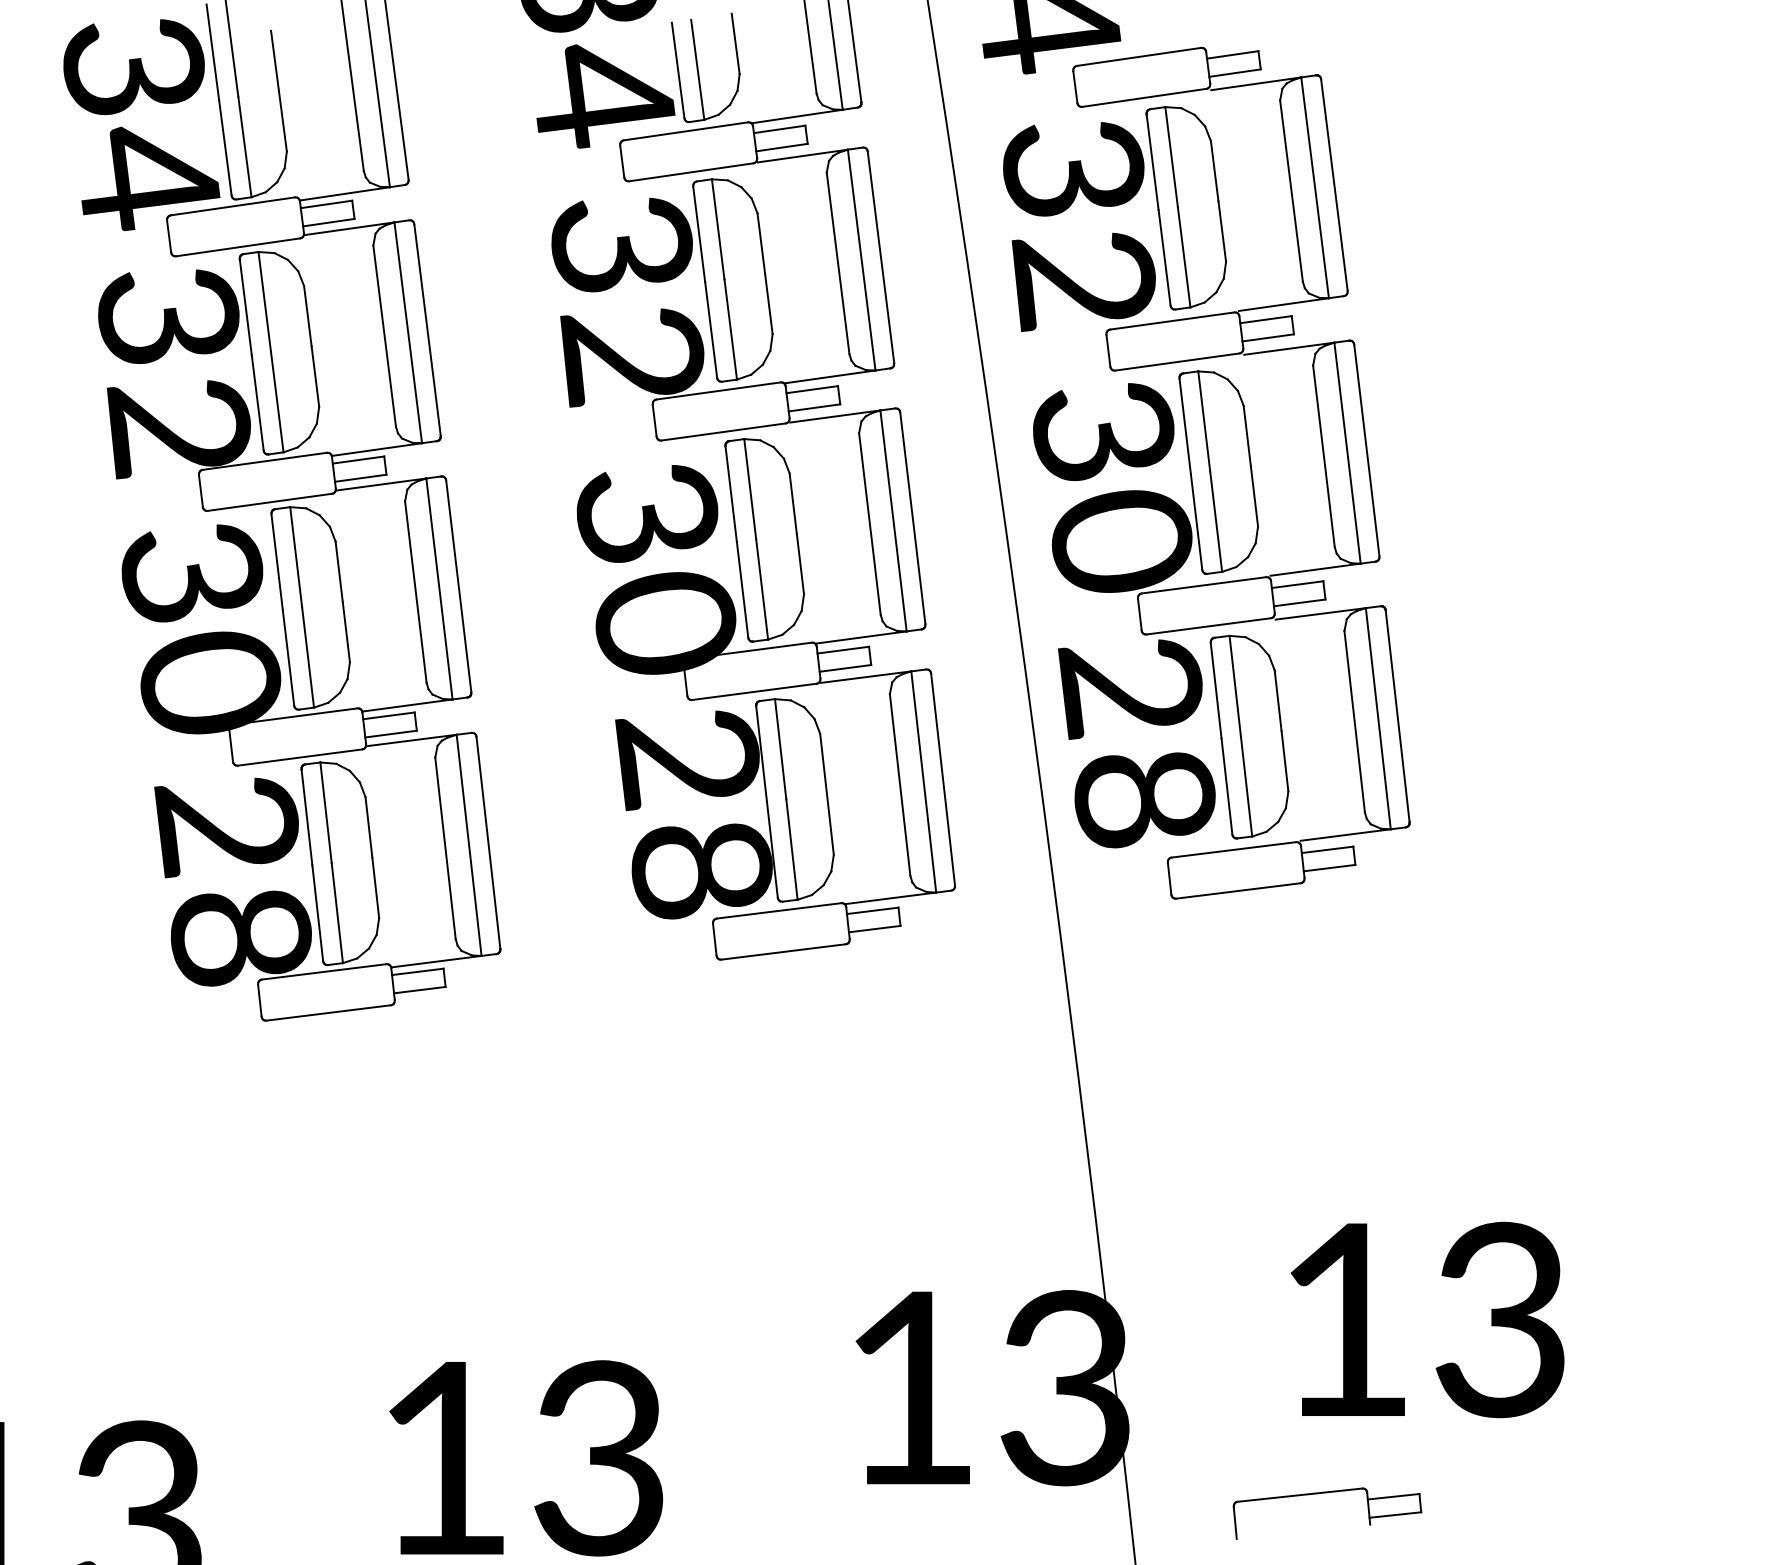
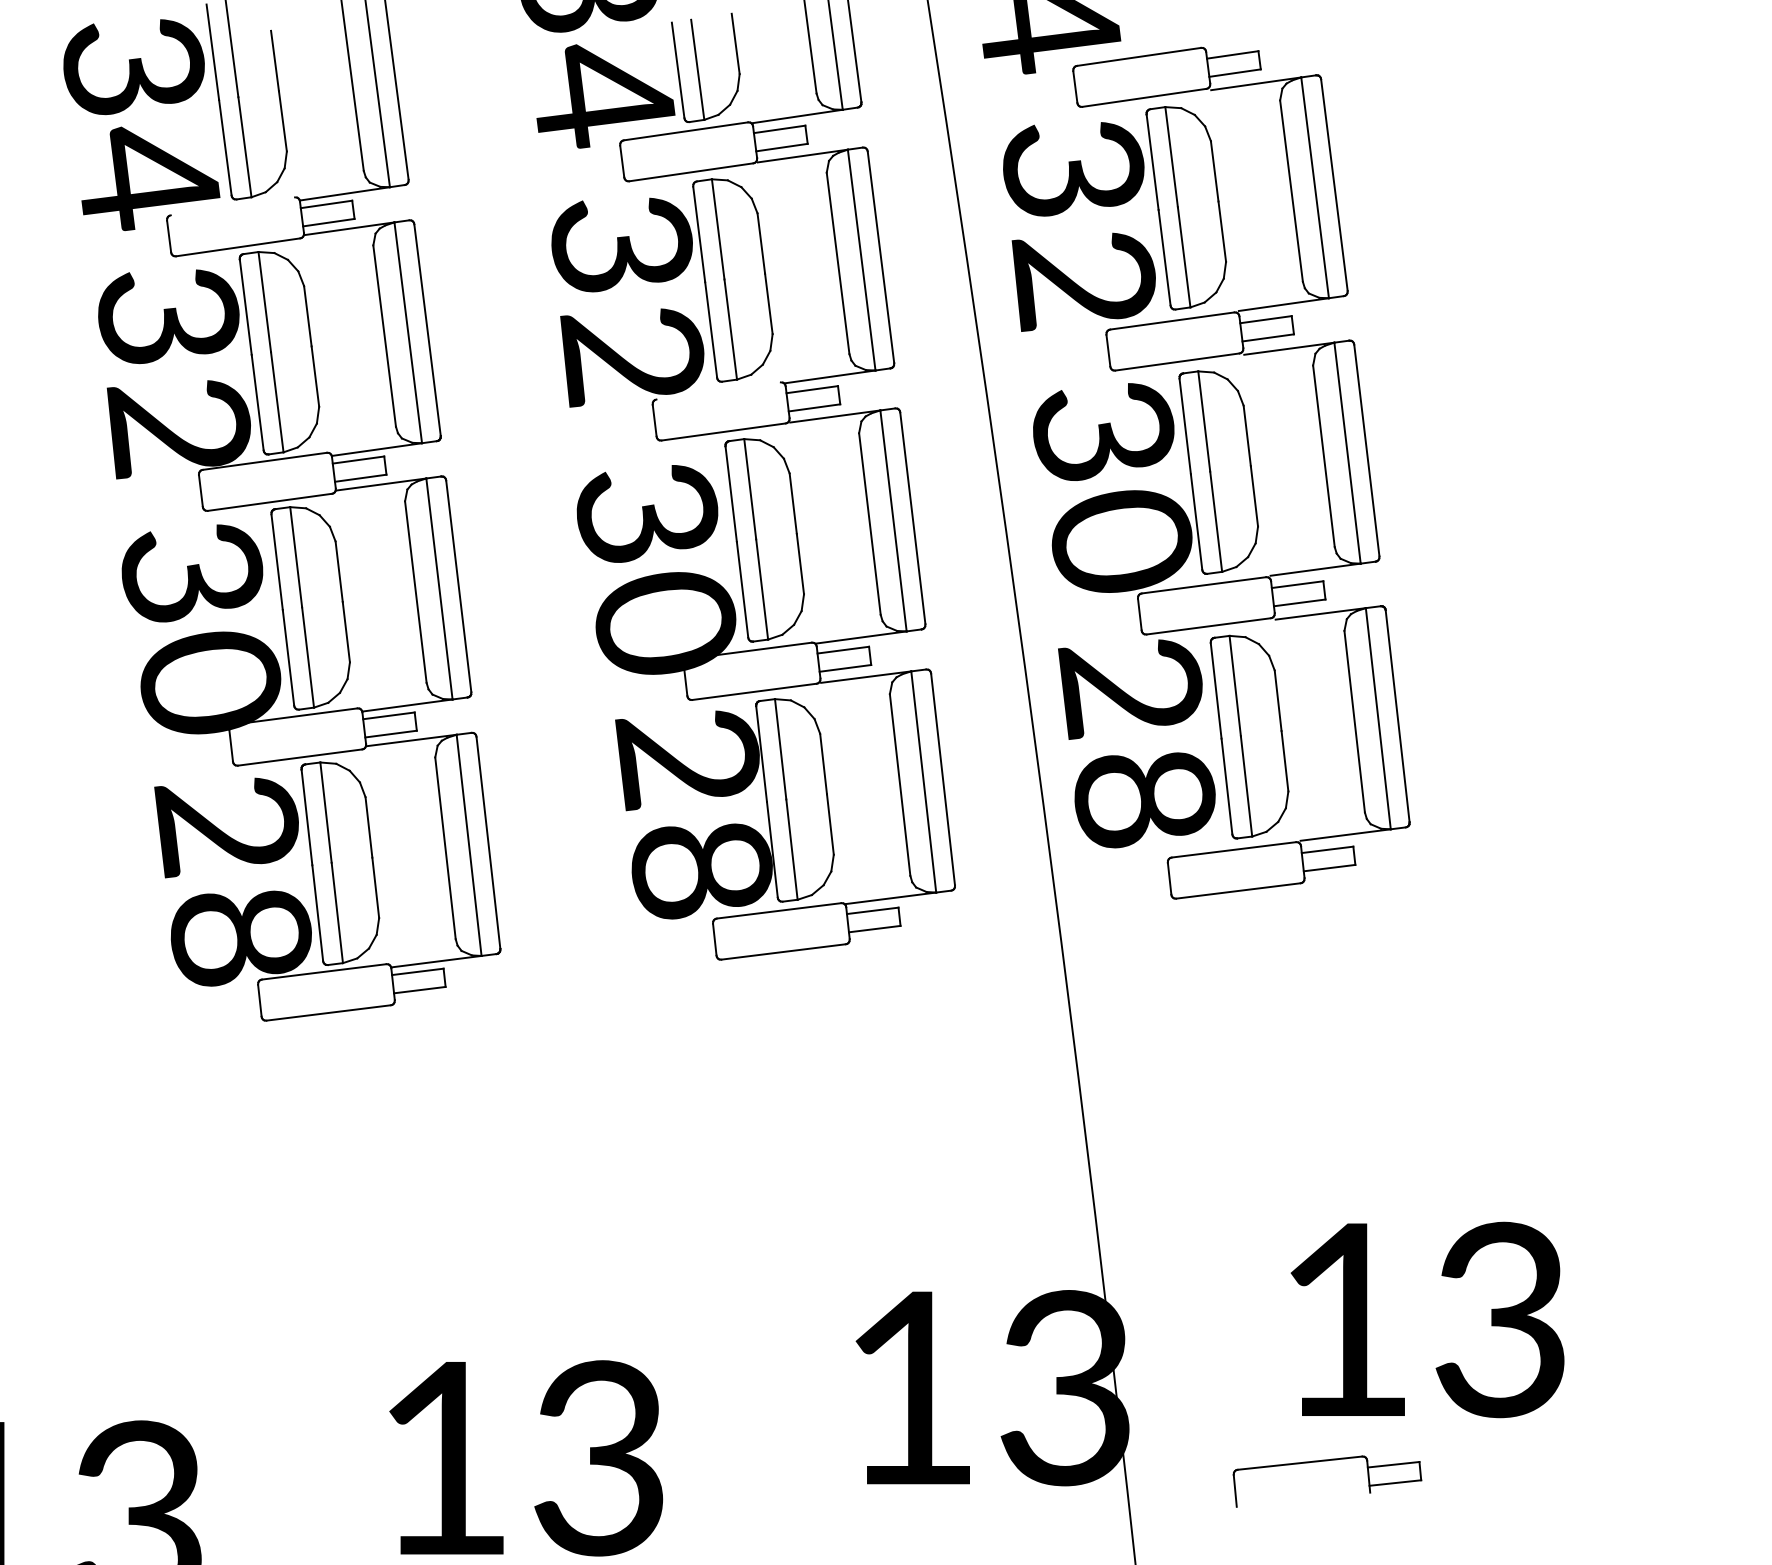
line at (232, 206): present -> none
line at (718, 390): present -> none
part at (1327, 1493) position: (1327, 1493) -> (1327, 1461)
